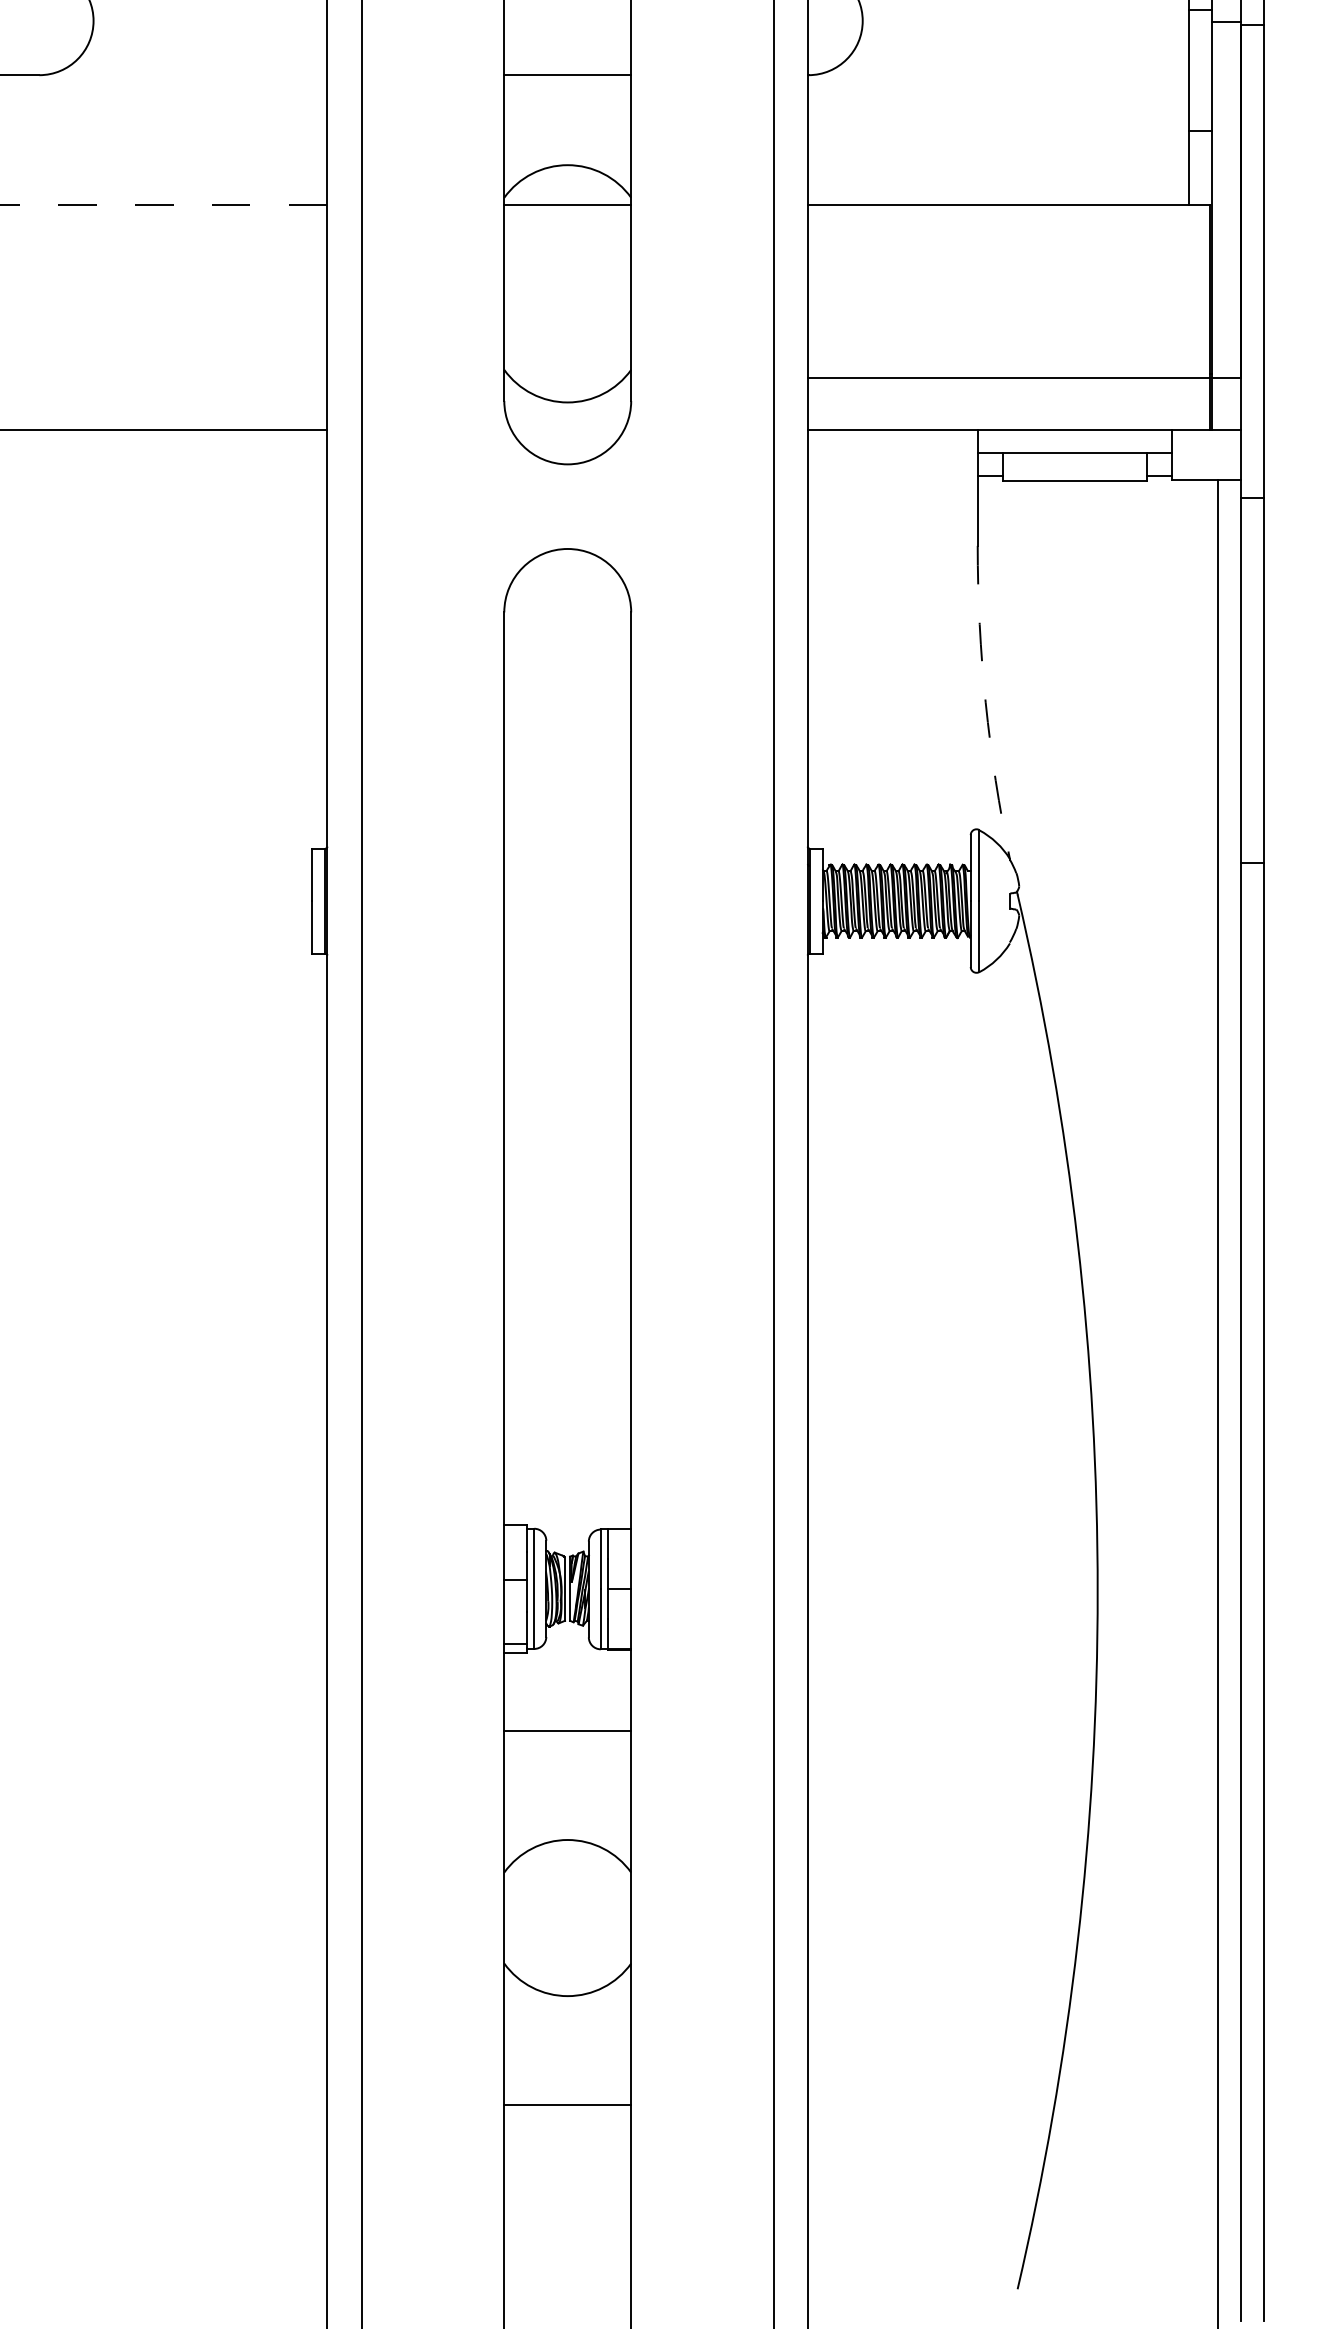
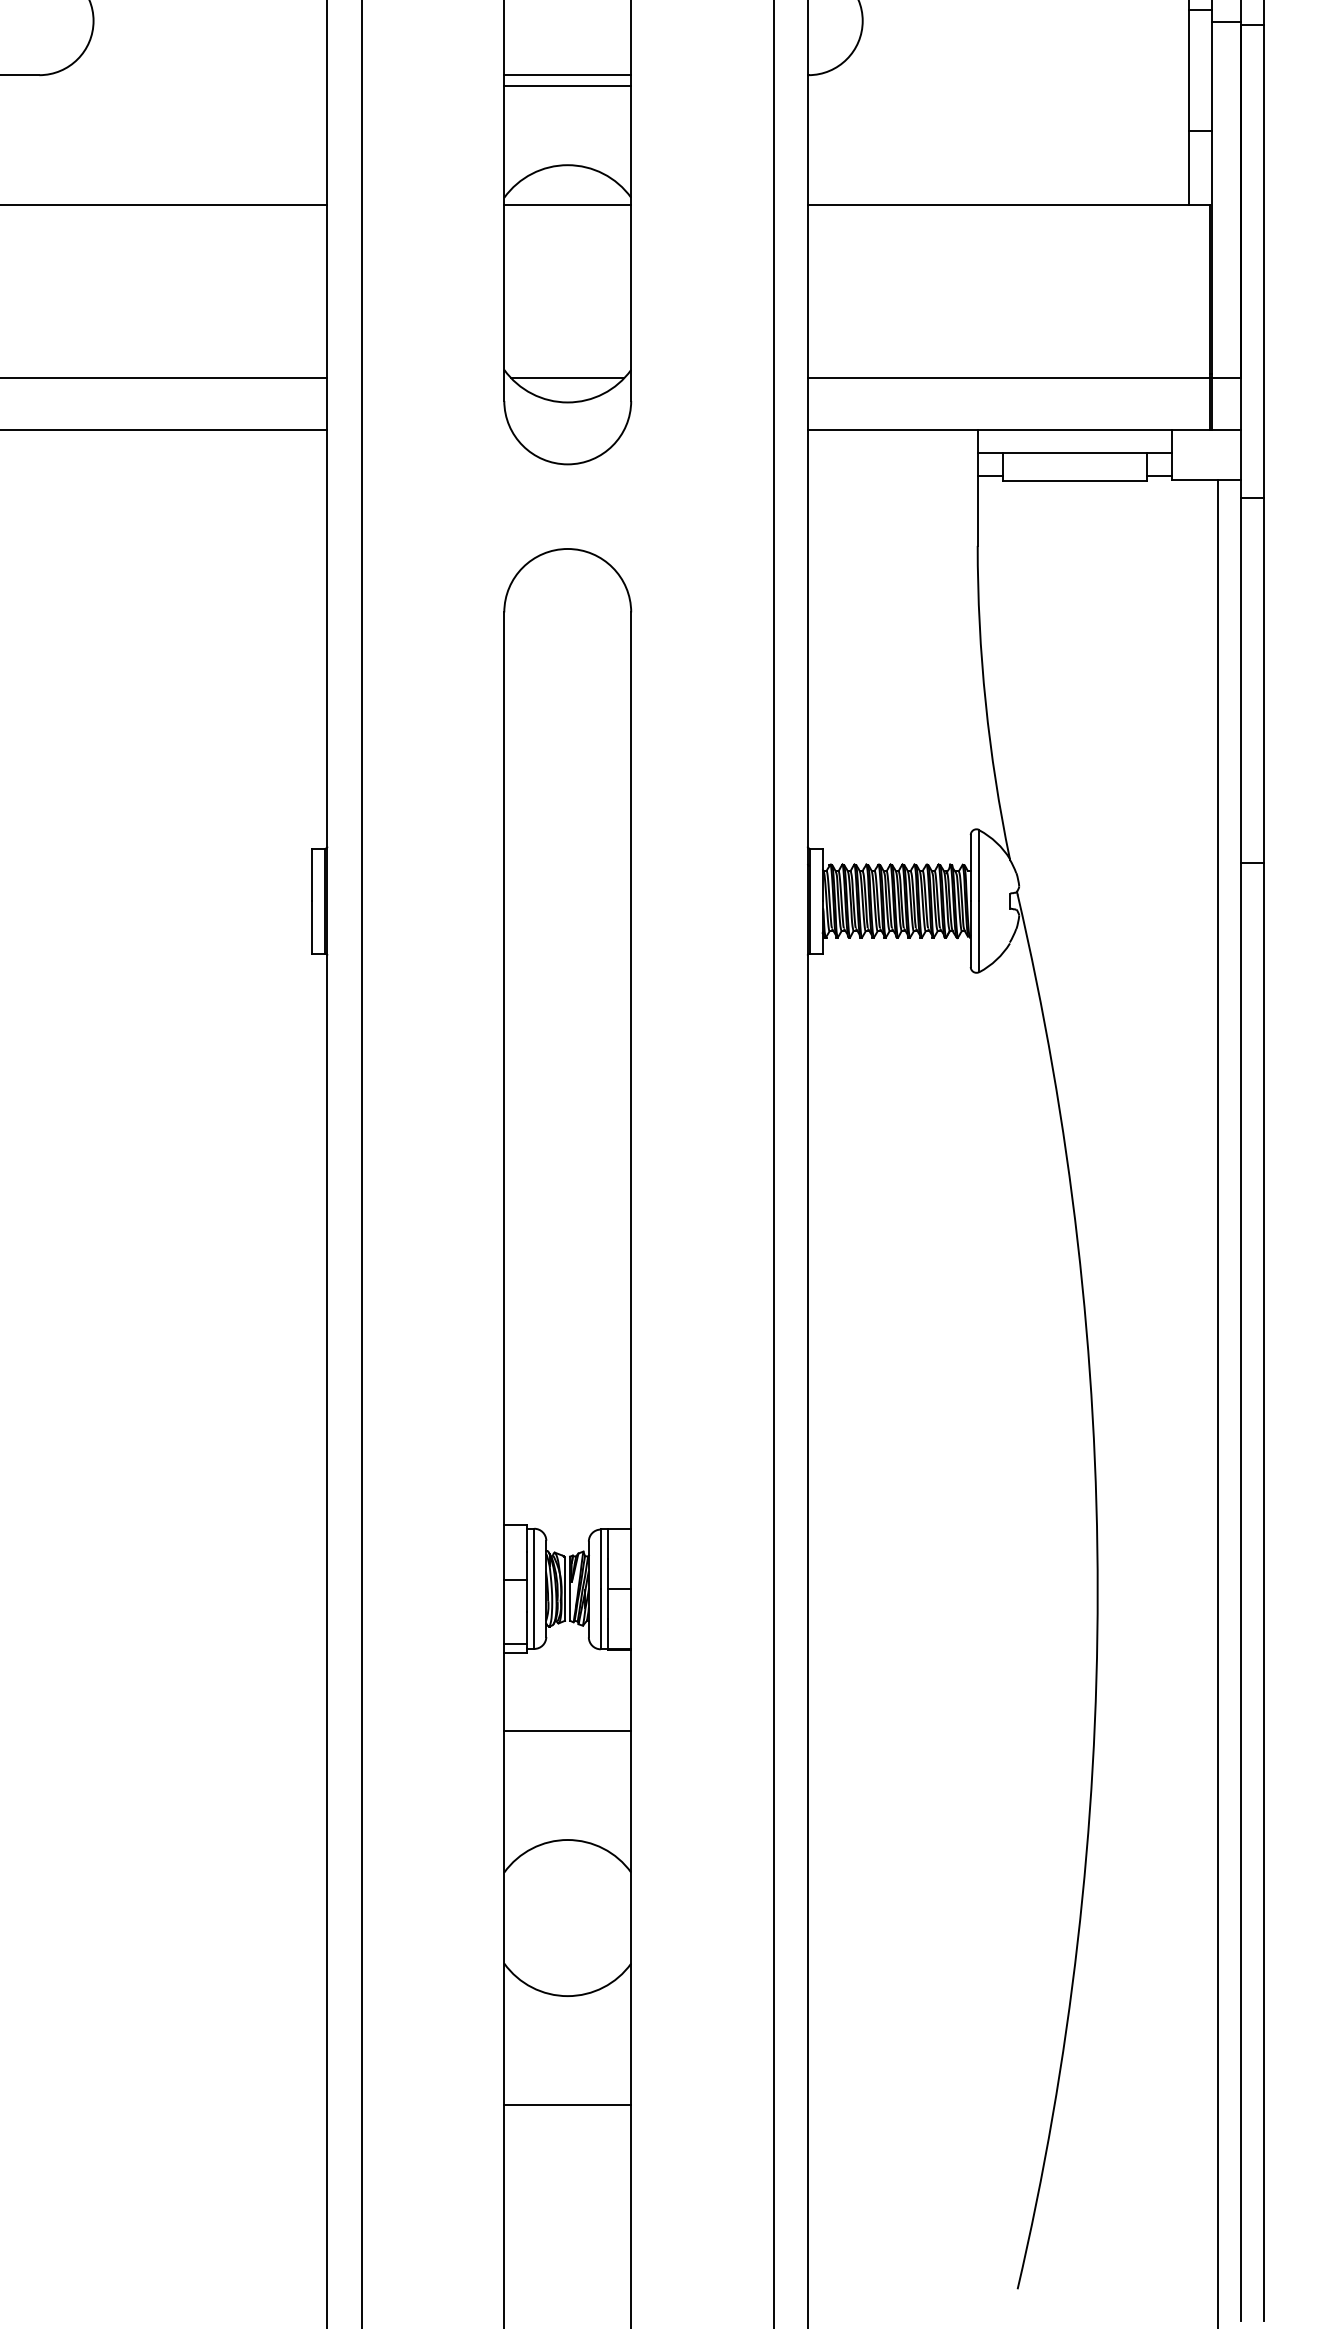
line at (567, 85): none -> present
line at (163, 204): dashed -> solid
line at (164, 377): none -> present
line at (567, 377): none -> present
arc at (985, 702): dashed -> solid
